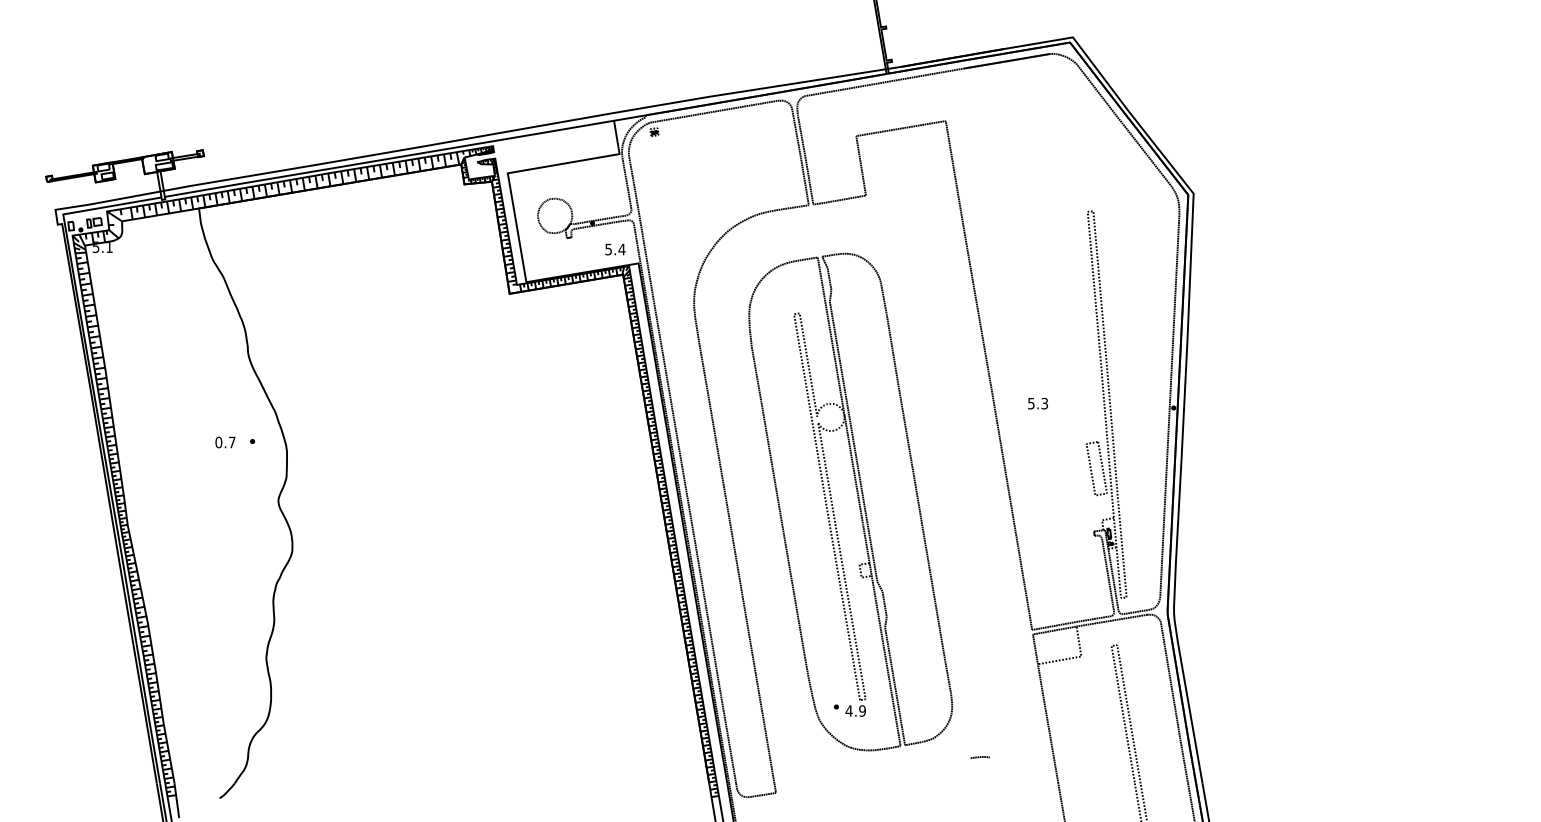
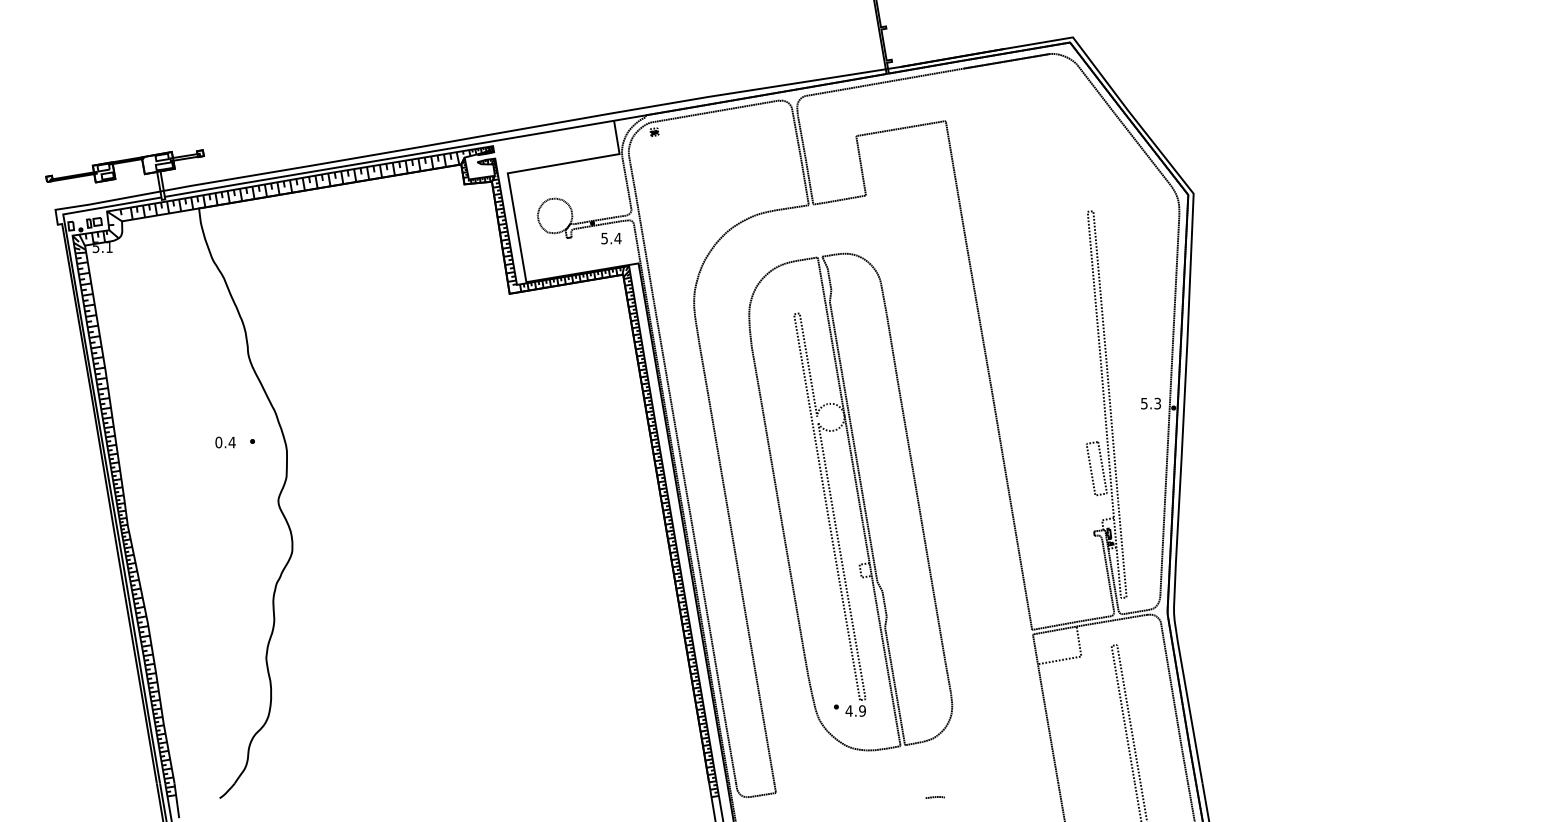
text at (615, 249) position: (615, 249) -> (611, 238)
text at (1037, 403) position: (1037, 403) -> (1150, 403)
text at (231, 442): 0.7 -> 0.4
line at (979, 757) position: (979, 757) -> (934, 797)
